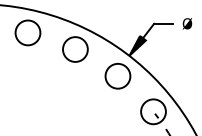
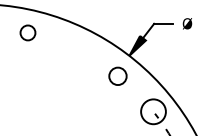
circle at (27, 32) size: 28x28 px -> 18x18 px
circle at (75, 49): present -> none
circle at (117, 76) size: 28x27 px -> 20x20 px
